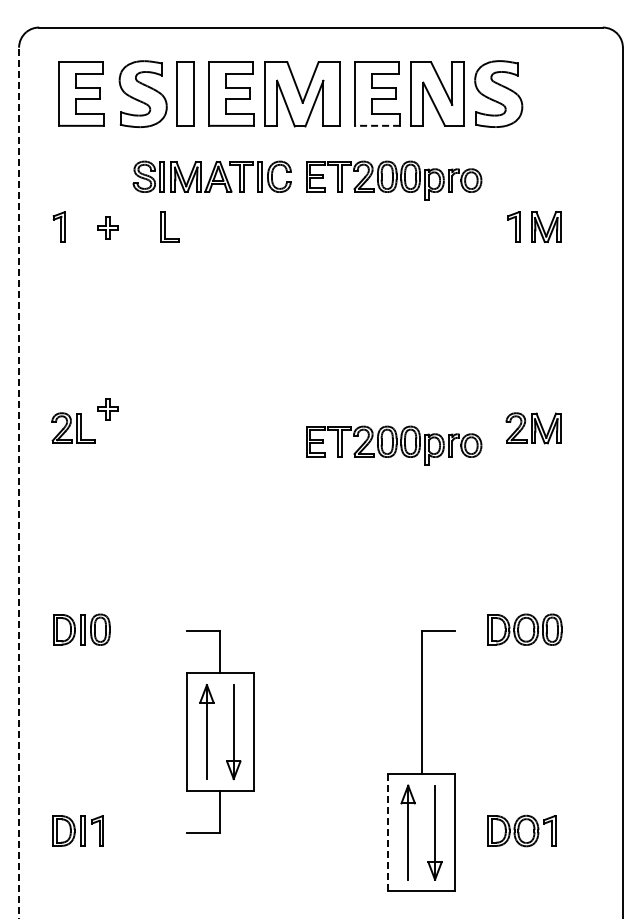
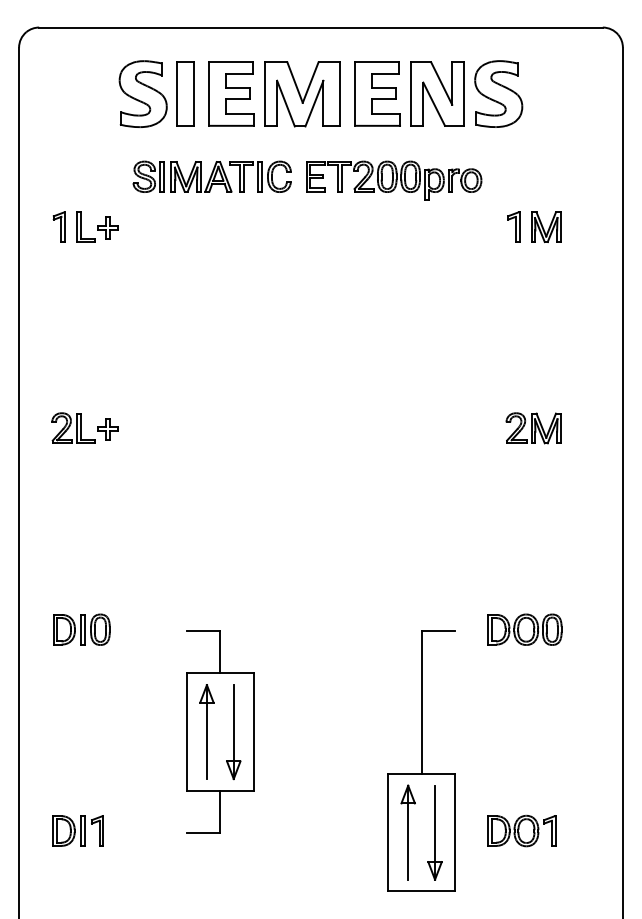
part at (81, 93): present -> none
line at (377, 125): dashed -> solid
part at (169, 226) position: (169, 226) -> (85, 226)
part at (107, 409) position: (107, 409) -> (107, 429)
part at (394, 445): present -> none
line at (19, 482): dashed -> solid
line at (388, 832): dashed -> solid
